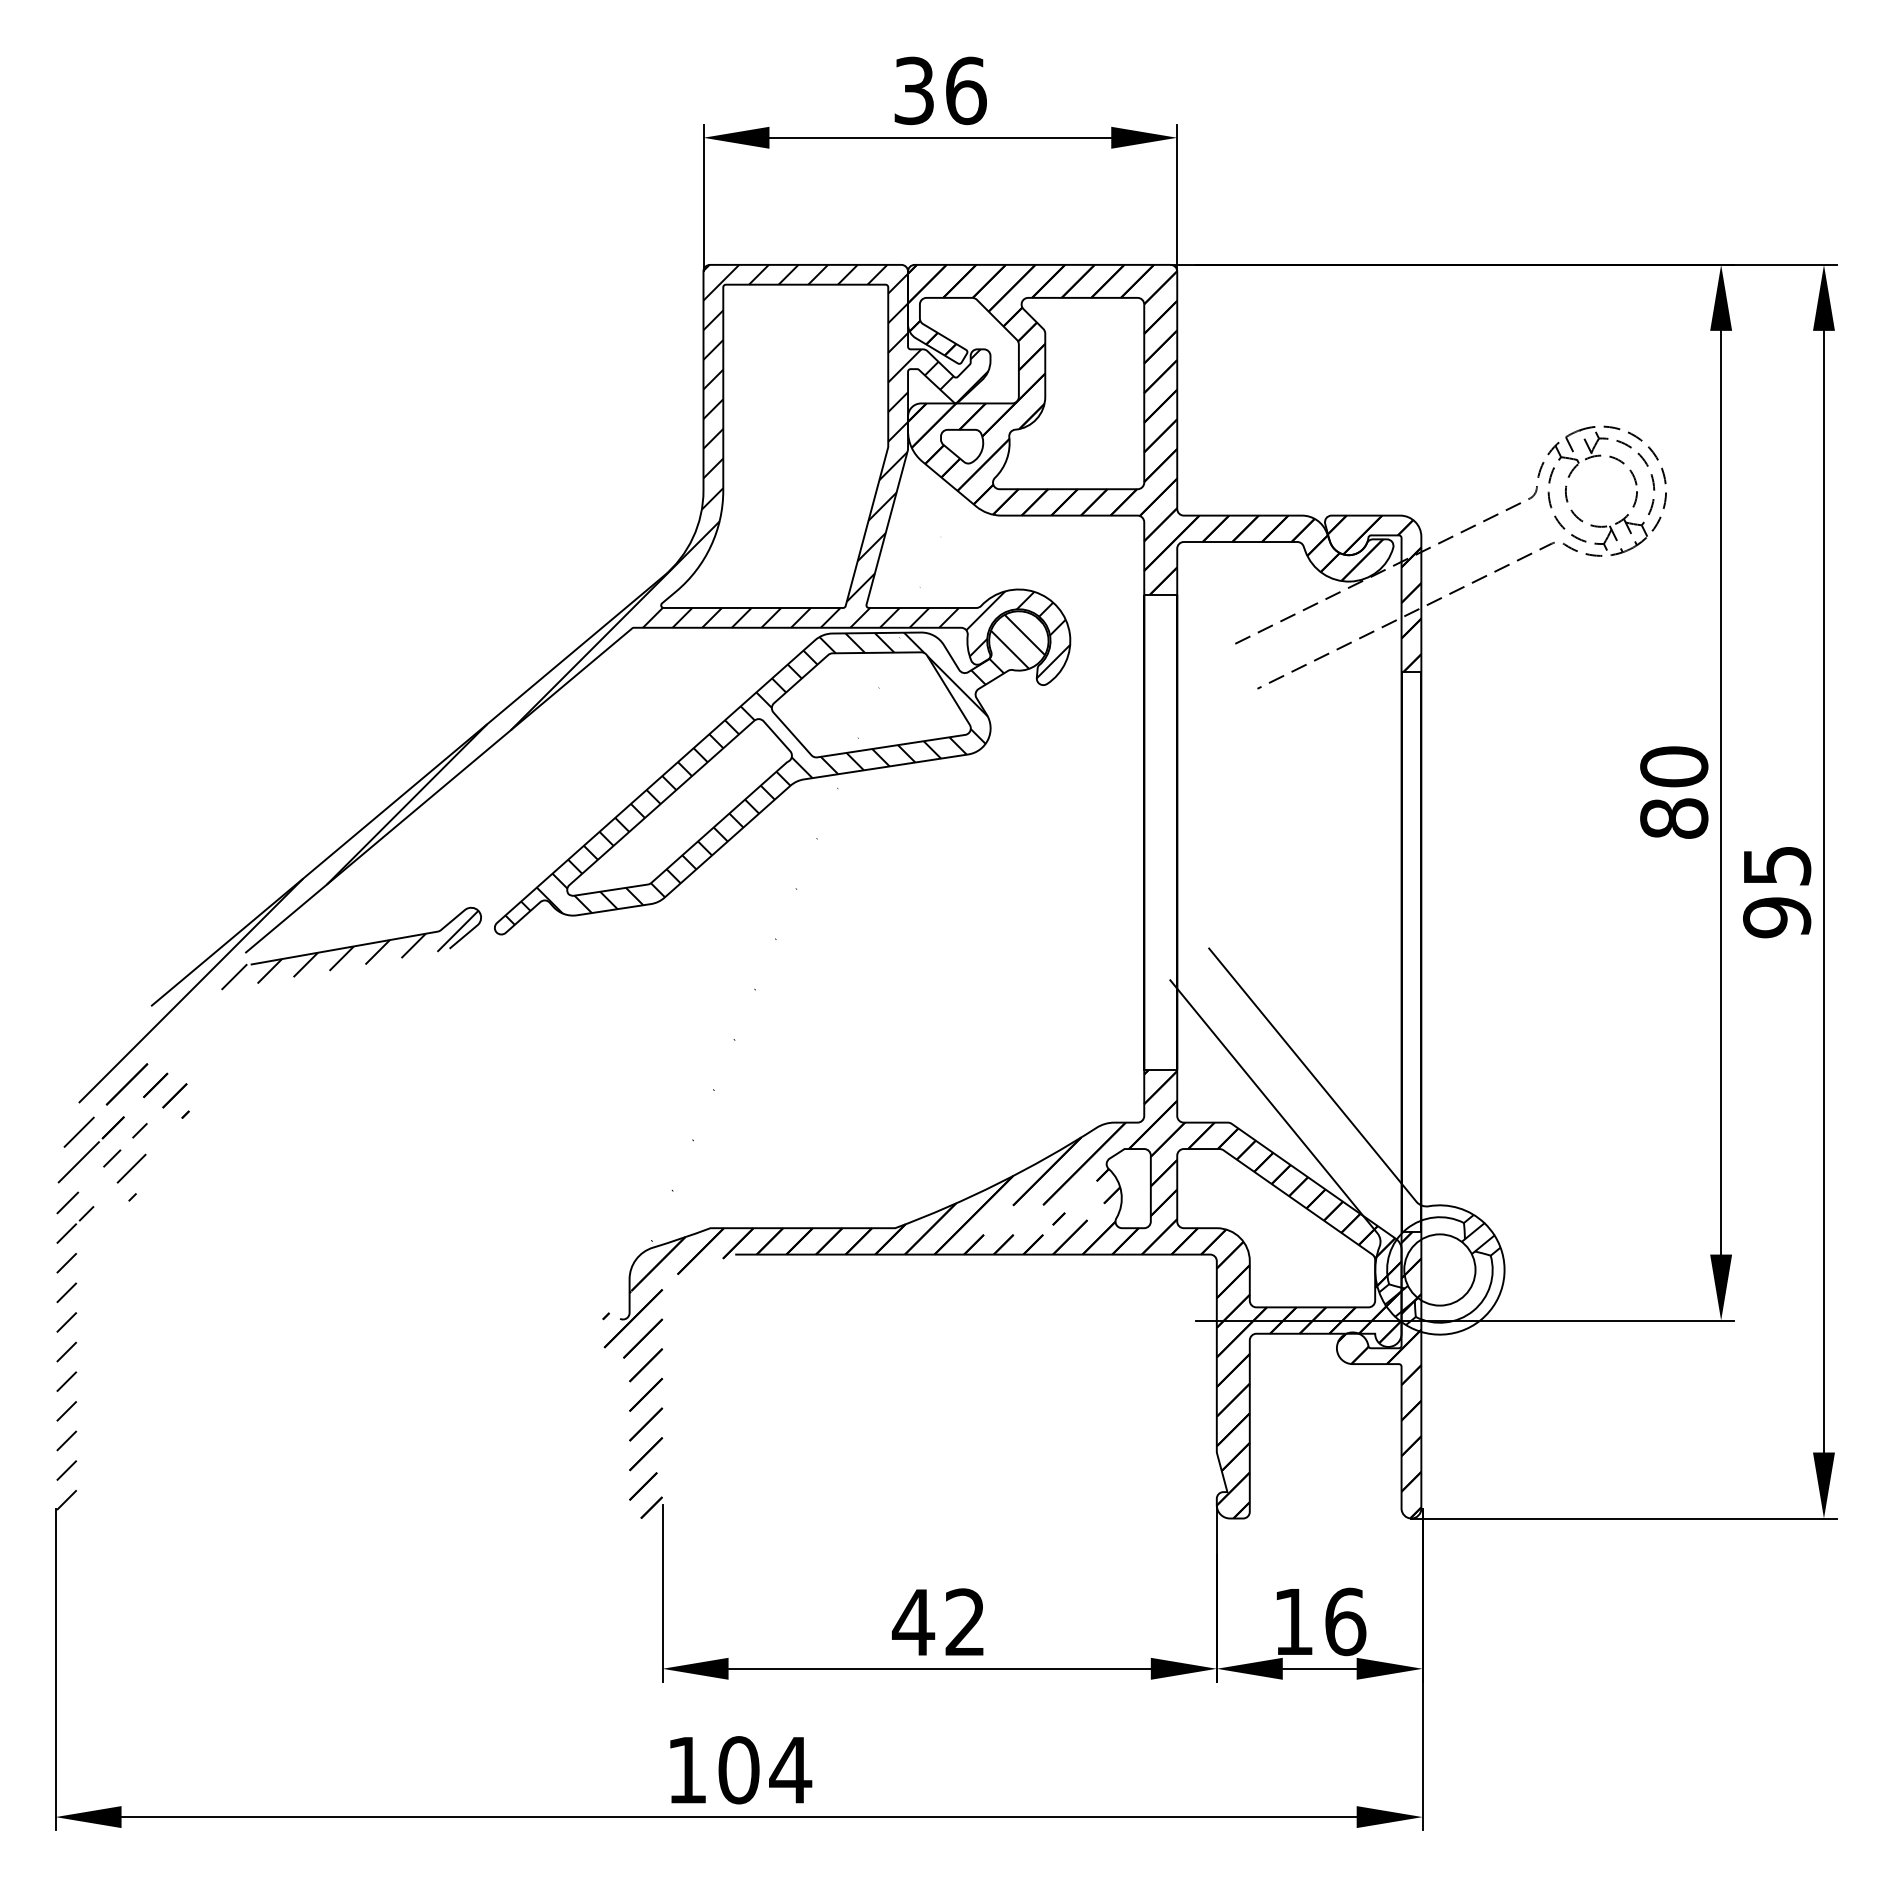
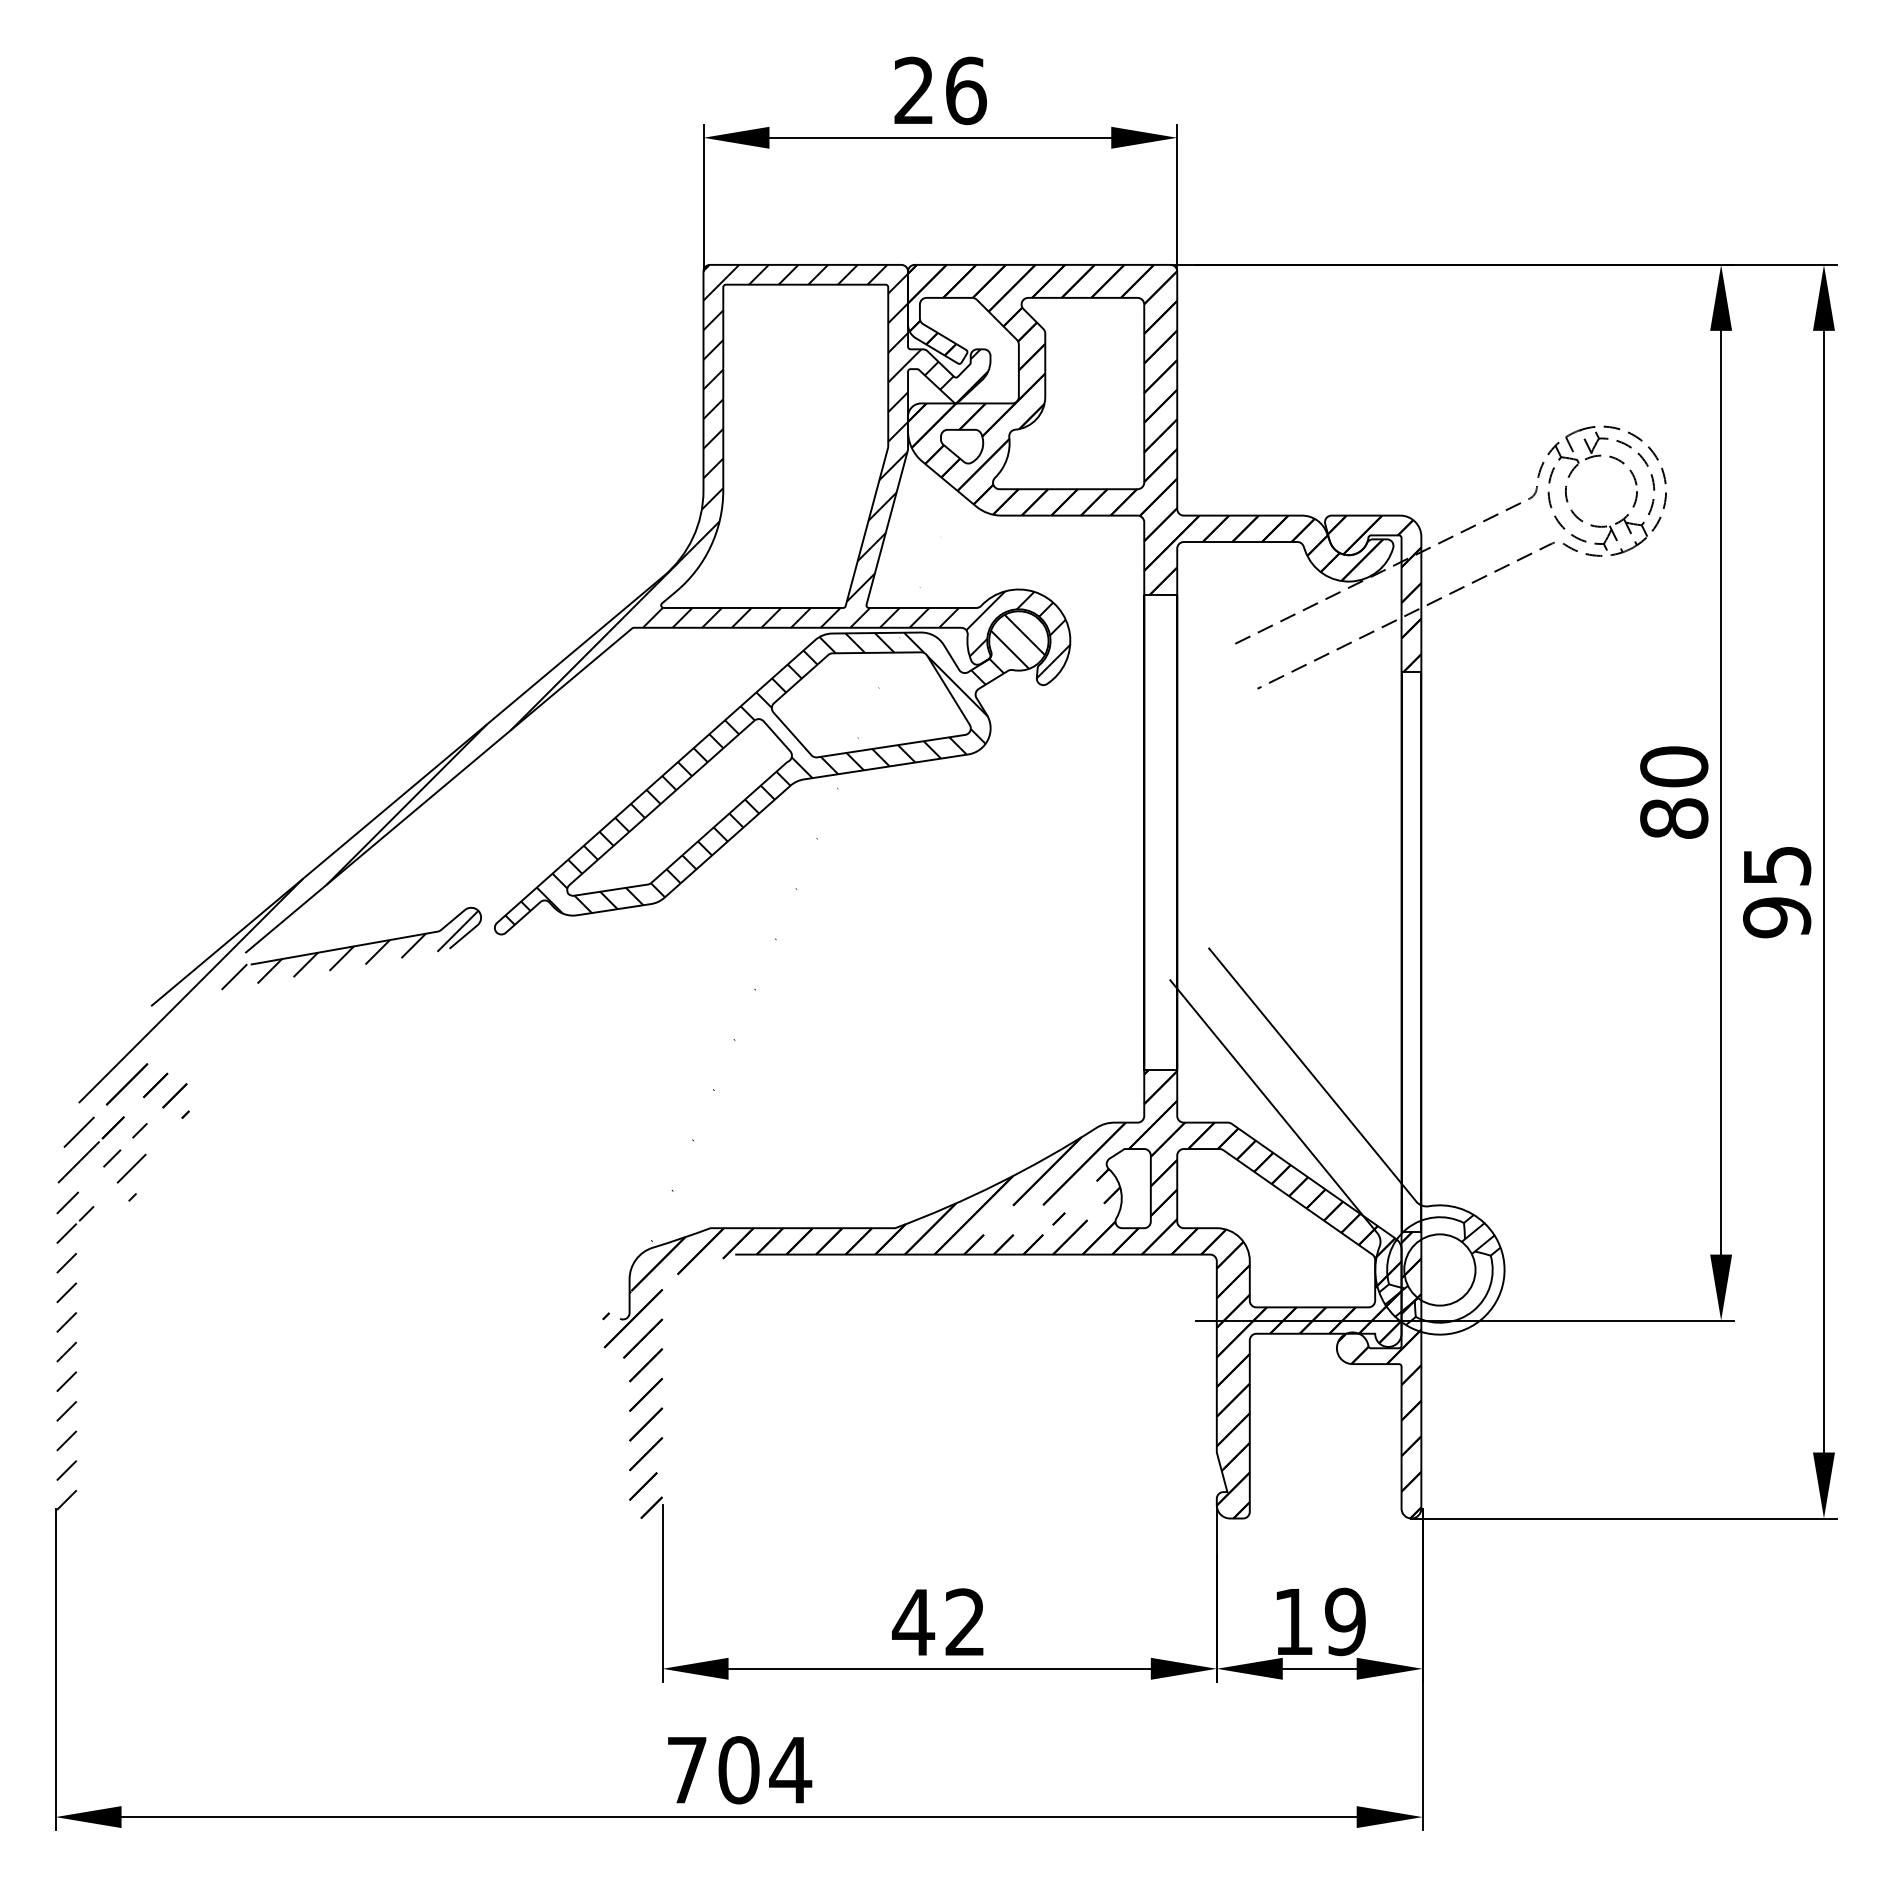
text at (913, 90): 36 -> 26
text at (1345, 1621): 16 -> 19
text at (687, 1770): 104 -> 704
